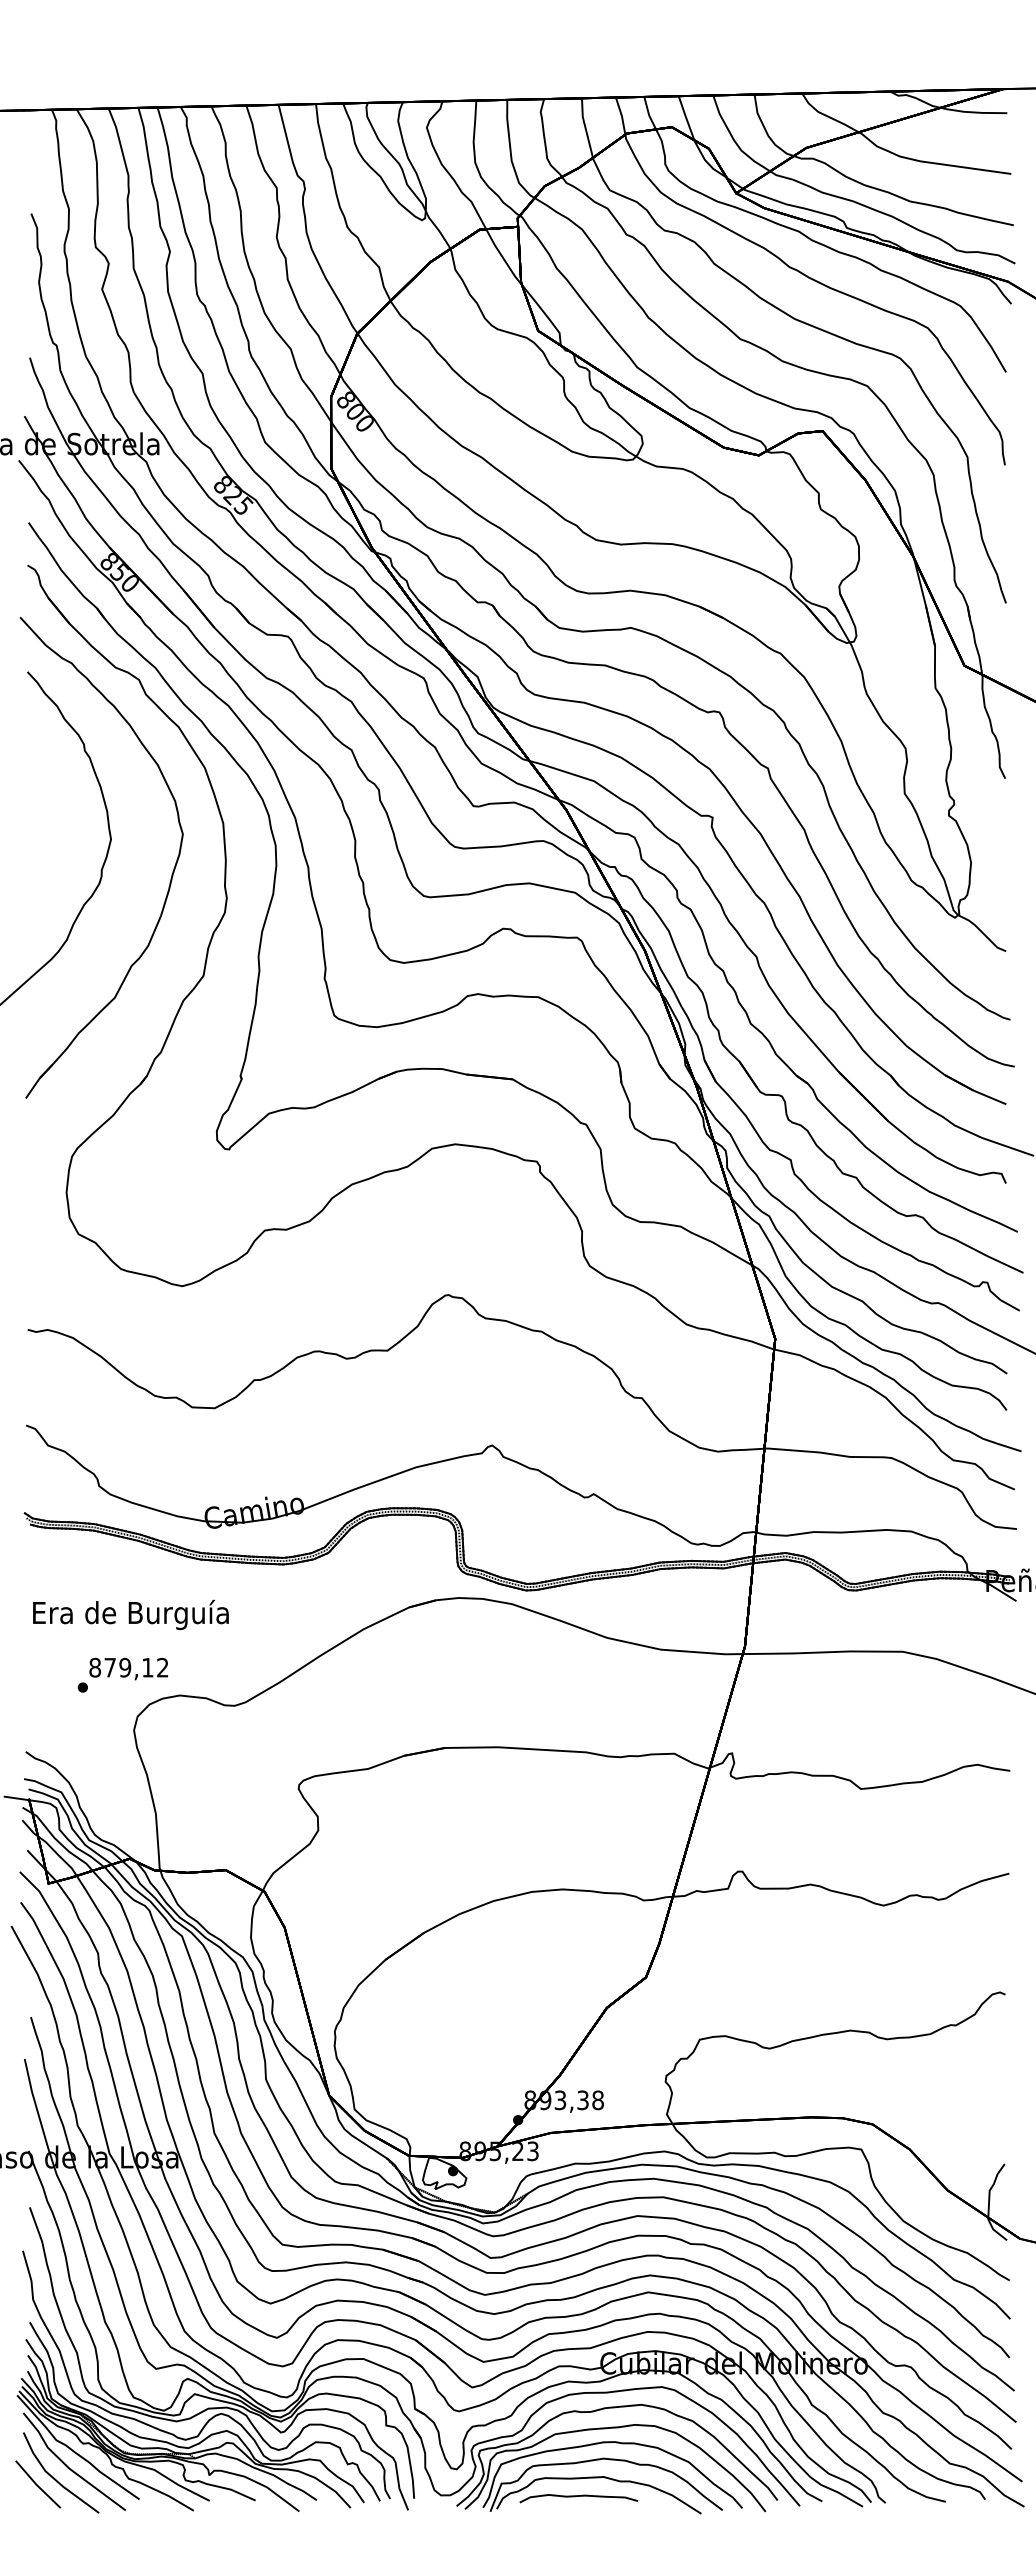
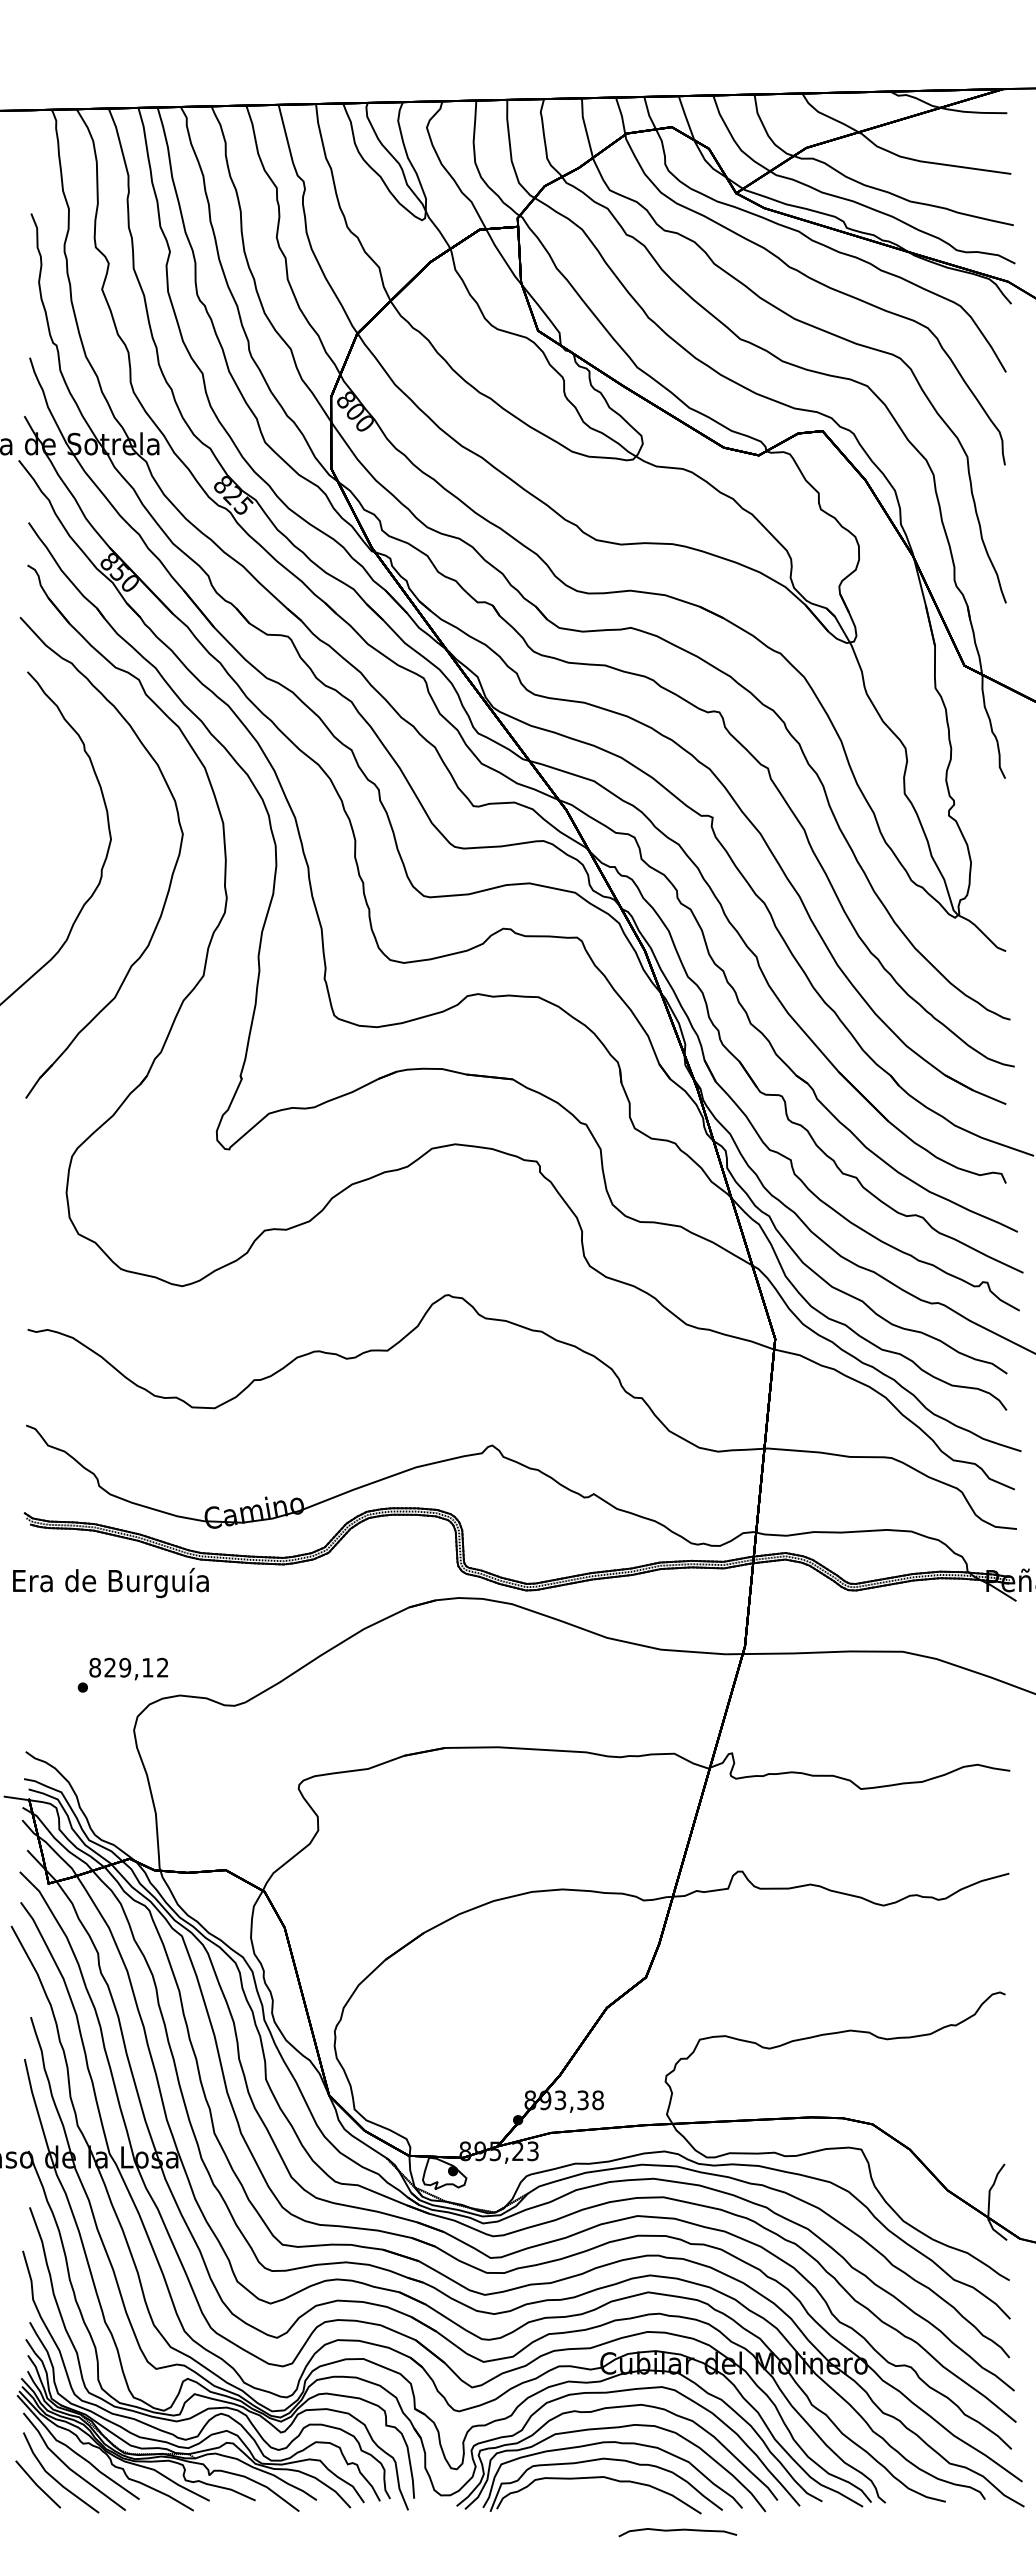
text at (130, 1614) position: (130, 1614) -> (110, 1582)
text at (109, 1667): 879,12 -> 829,12
curve at (578, 2496) position: (578, 2496) -> (677, 2530)
